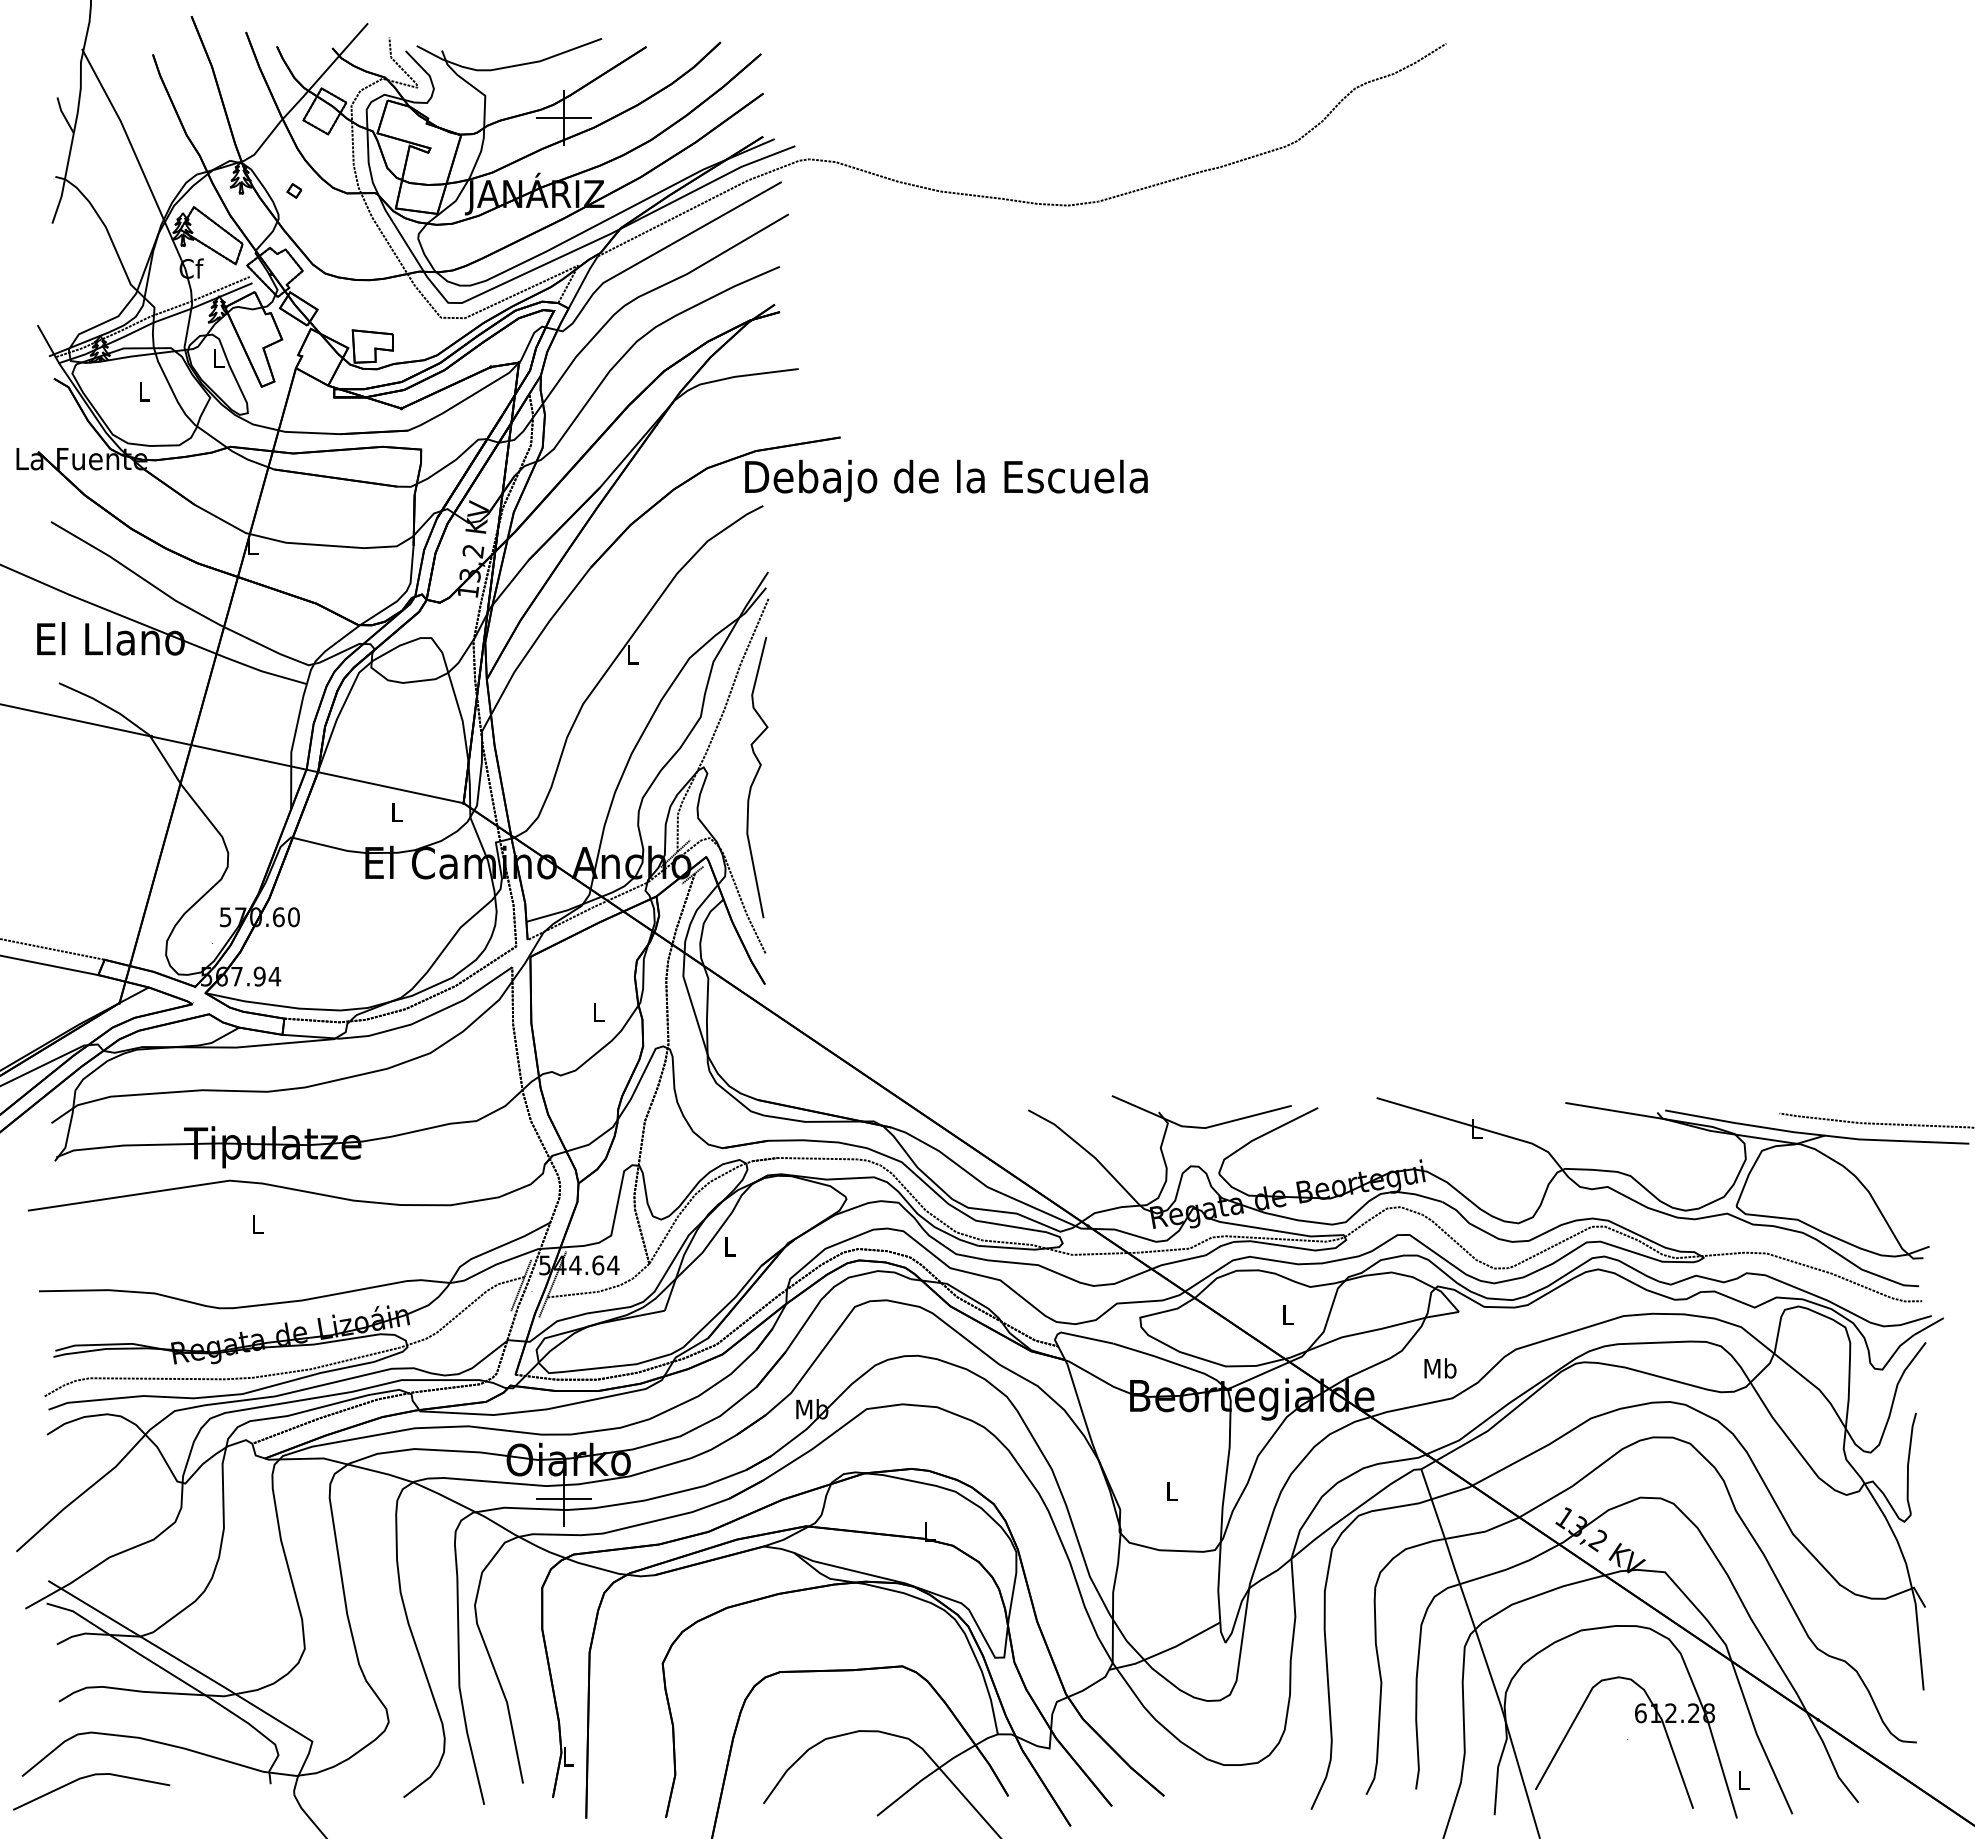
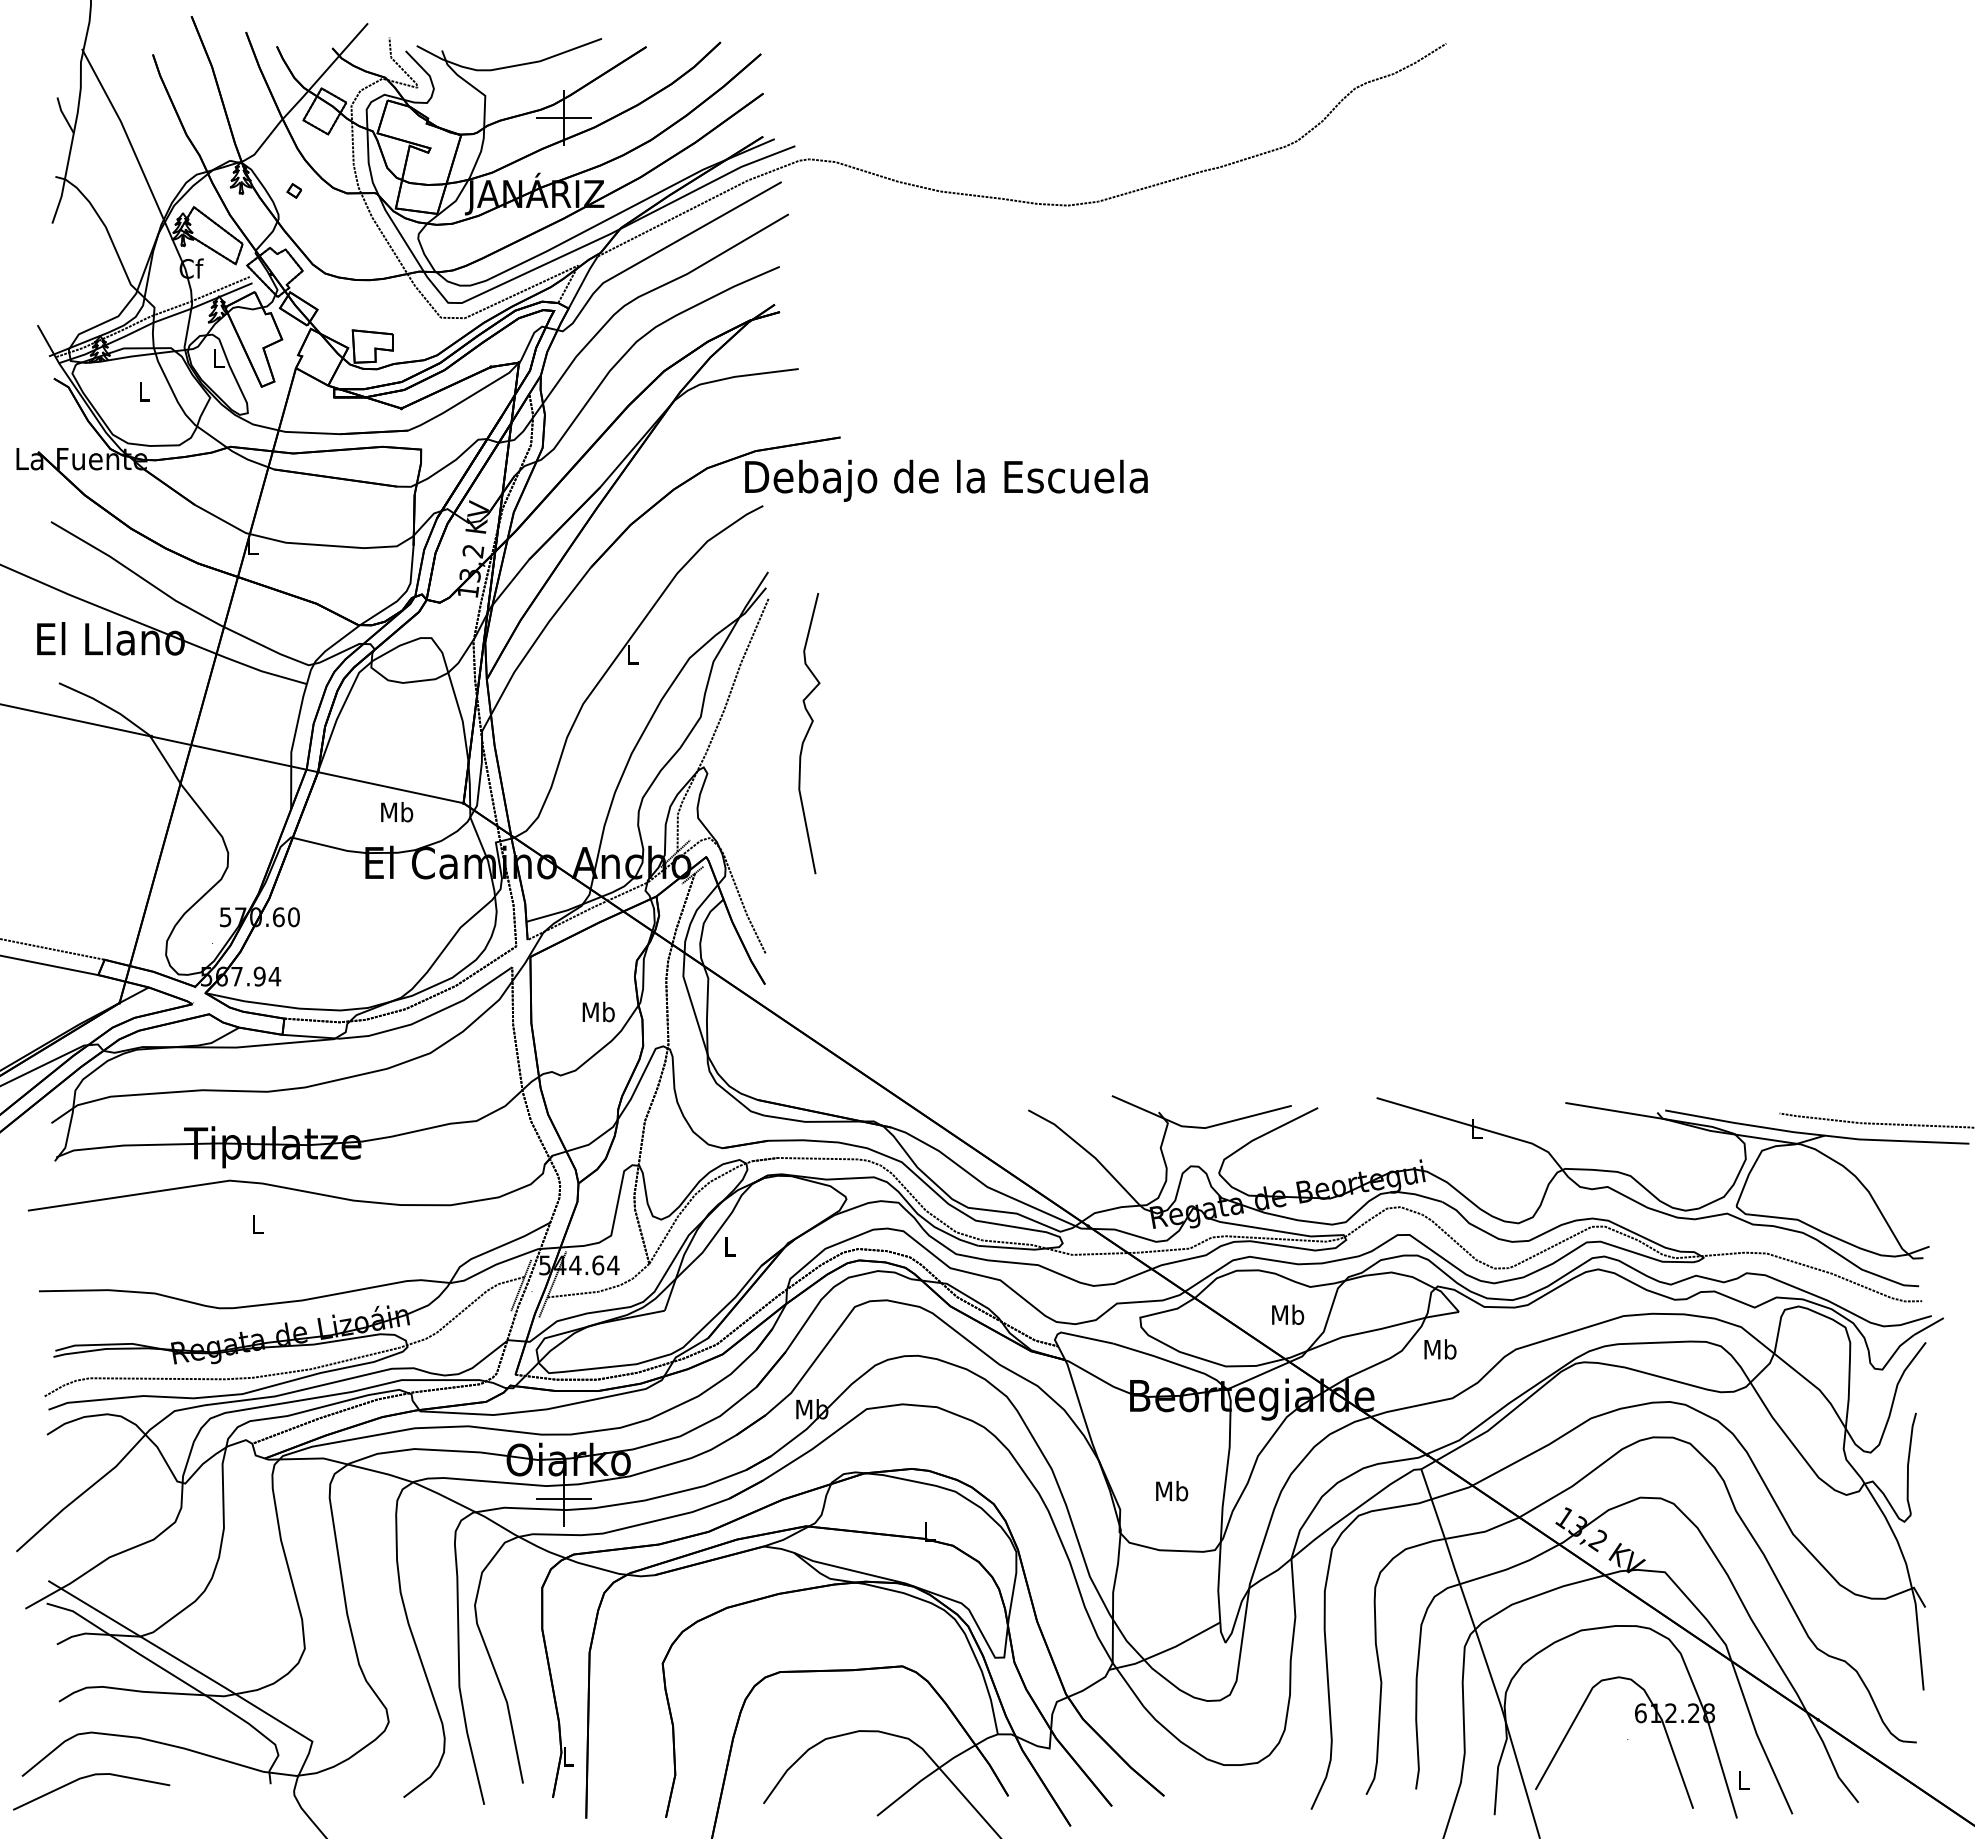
curve at (756, 777) position: (756, 777) -> (808, 733)
text at (397, 812): L -> Mb
text at (598, 1011): L -> Mb
text at (1288, 1314): L -> Mb
text at (1440, 1368) position: (1440, 1368) -> (1440, 1349)
text at (1172, 1491): L -> Mb
